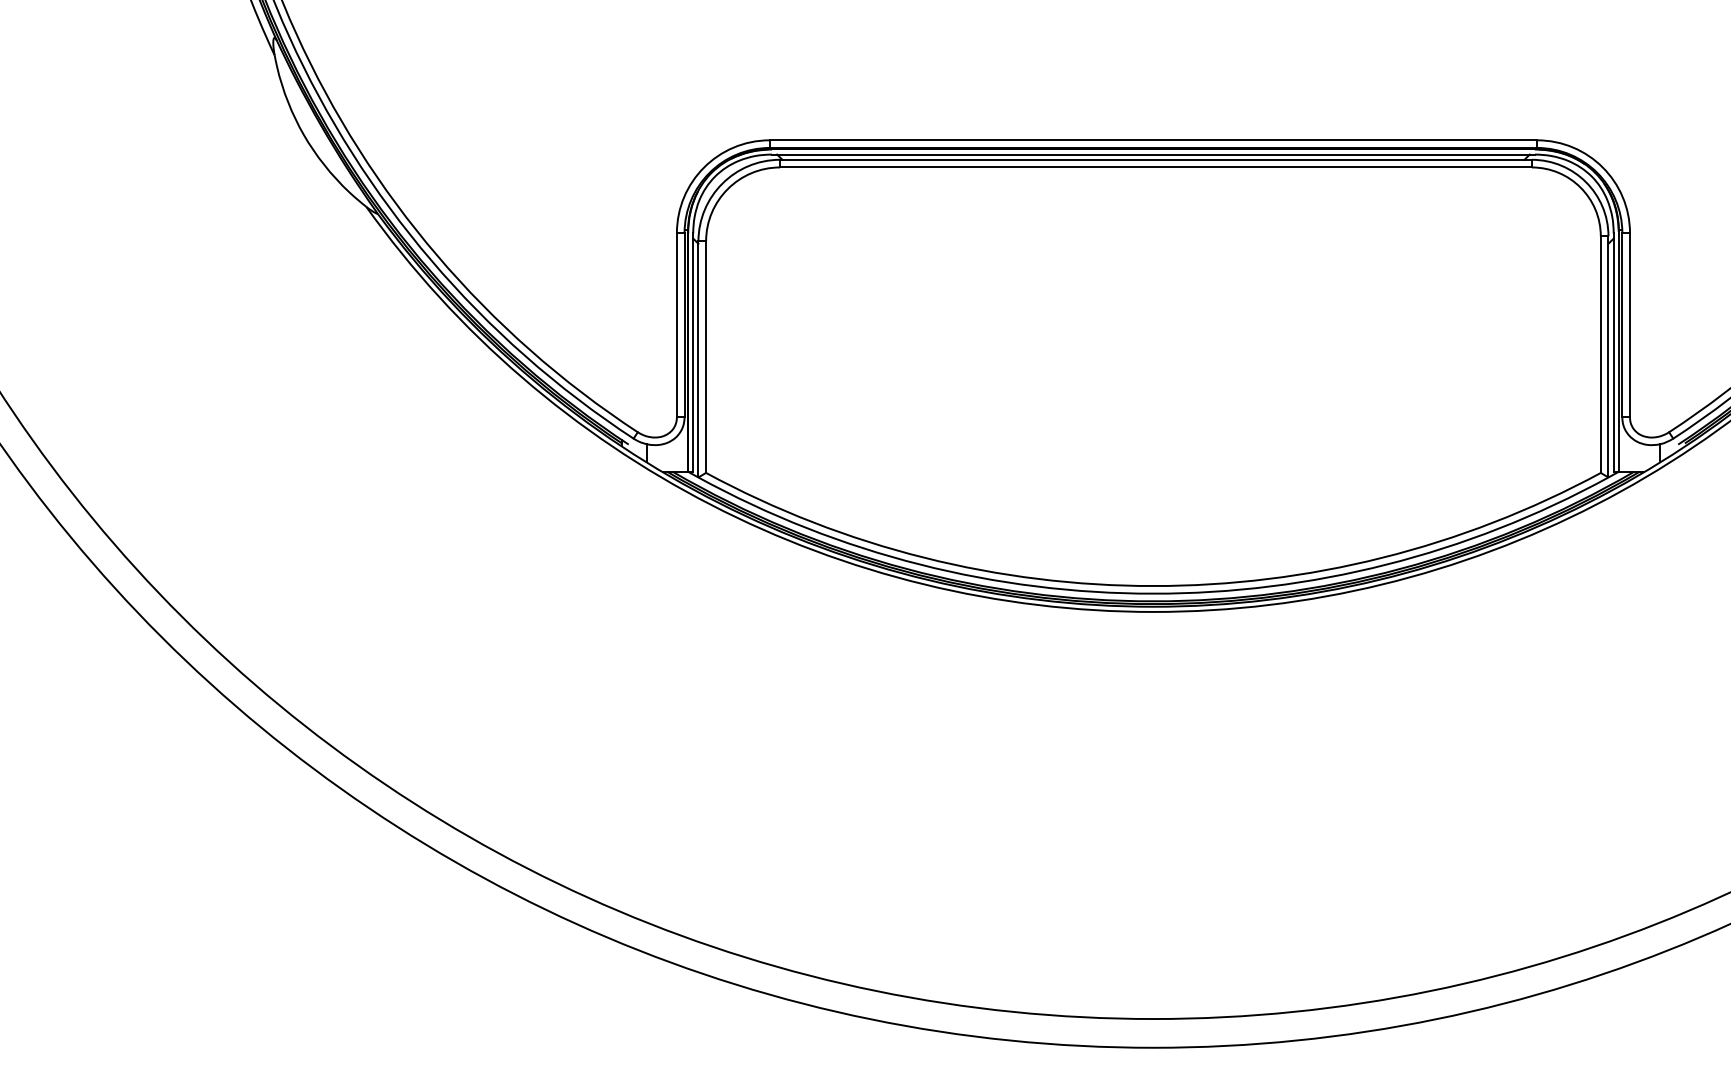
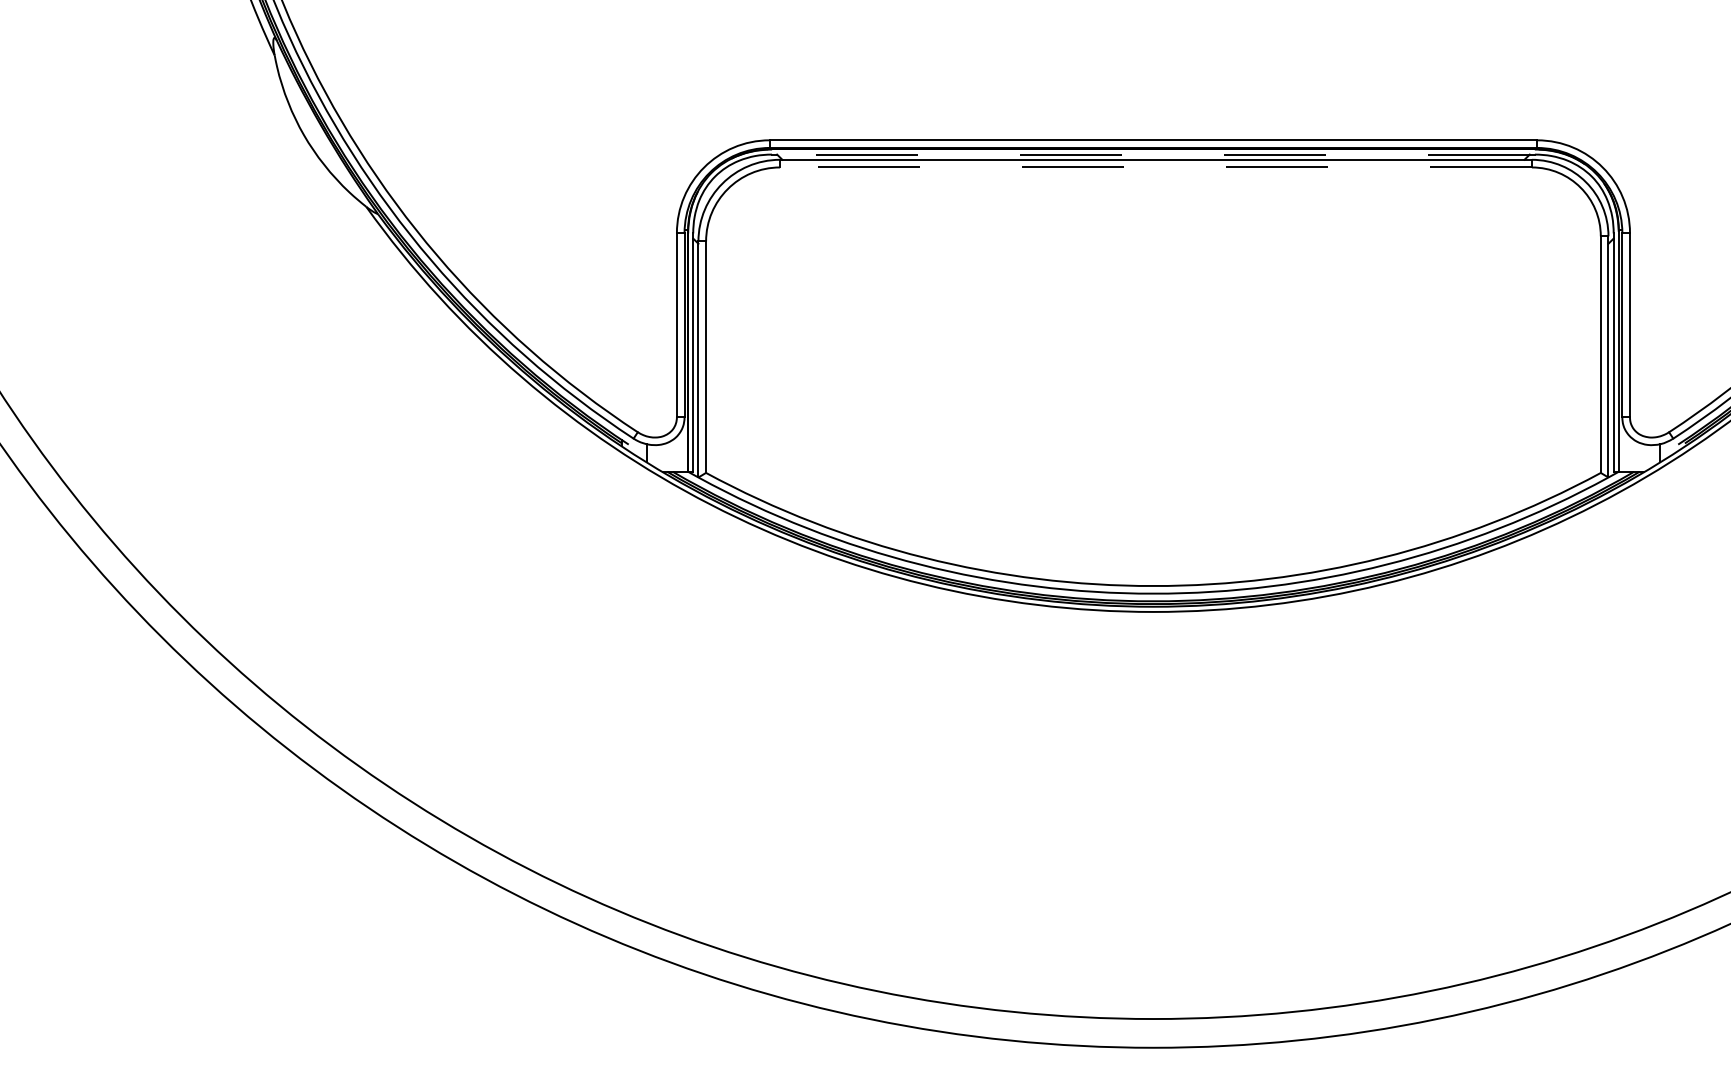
line at (1152, 154): solid -> dashed
line at (1156, 167): solid -> dashed
